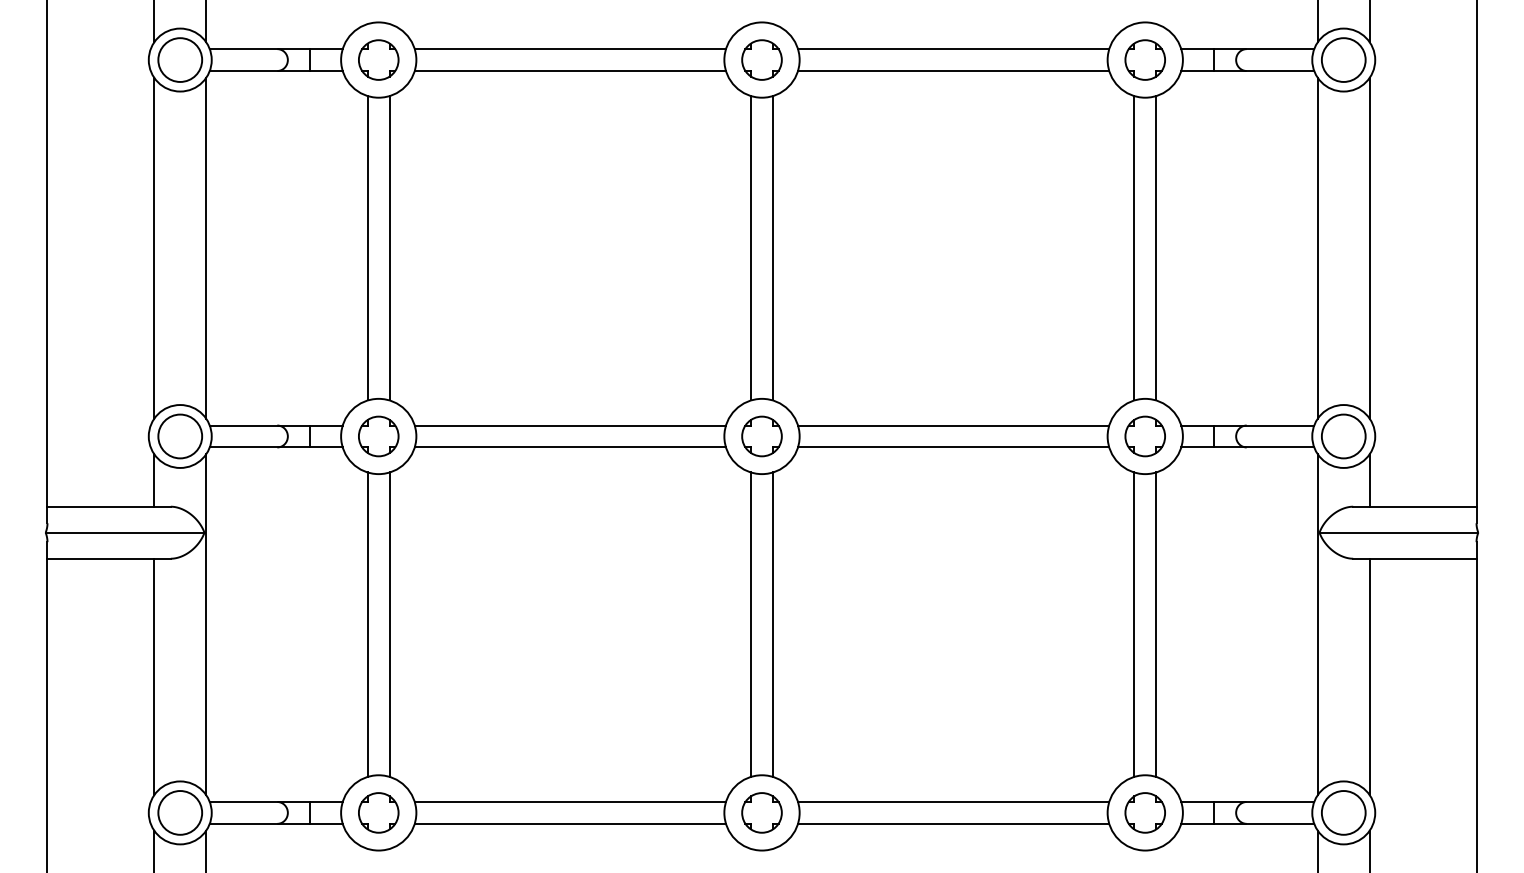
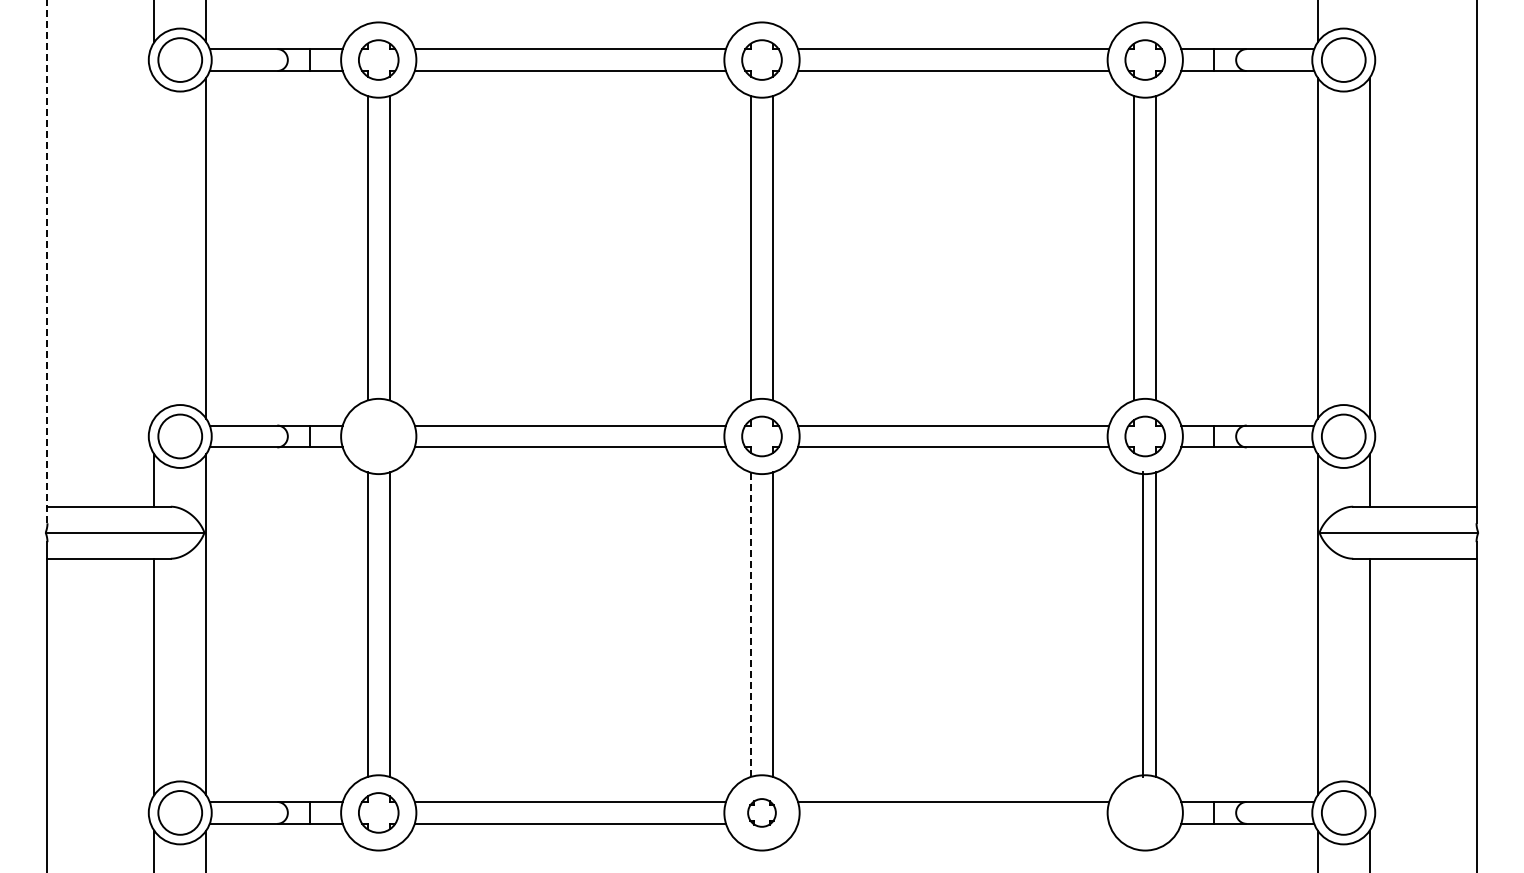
line at (1369, 22): present -> none
line at (154, 247): present -> none
line at (47, 261): solid -> dashed
part at (378, 436): present -> none
line at (751, 624): solid -> dashed
line at (1134, 624) position: (1134, 624) -> (1143, 624)
part at (761, 812) size: 42x42 px -> 30x30 px
part at (1144, 812): present -> none
line at (953, 823): present -> none
